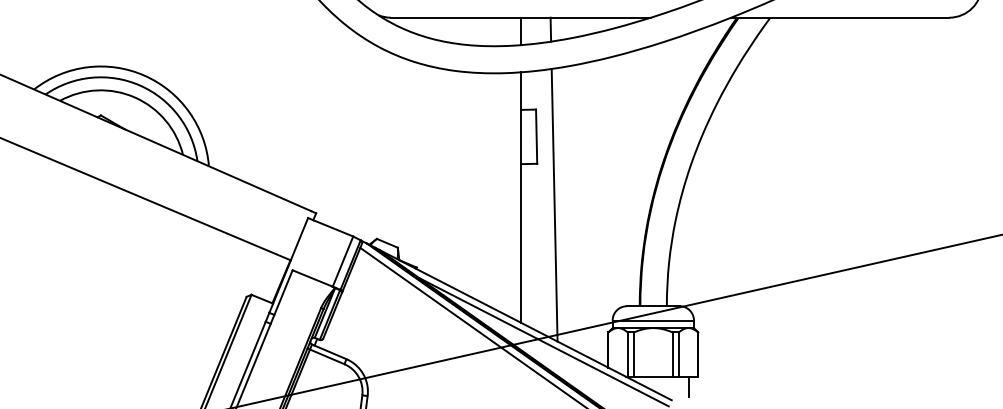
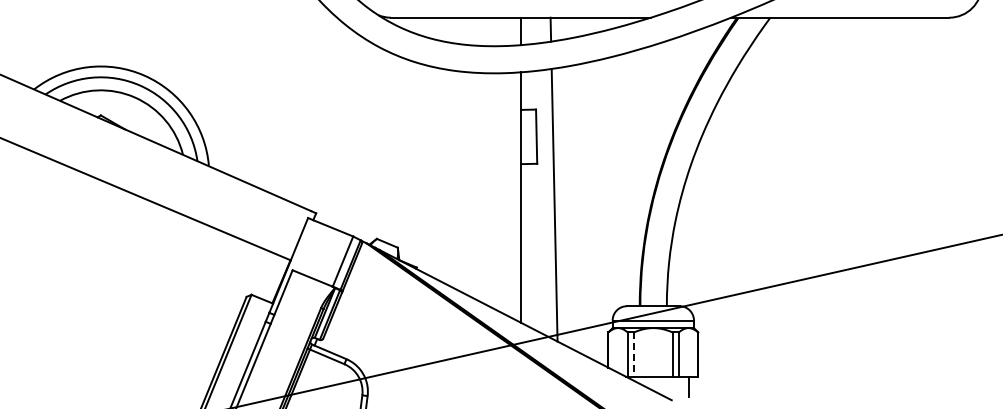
line at (471, 326): present -> none
line at (543, 341): present -> none
line at (634, 355): solid -> dashed
